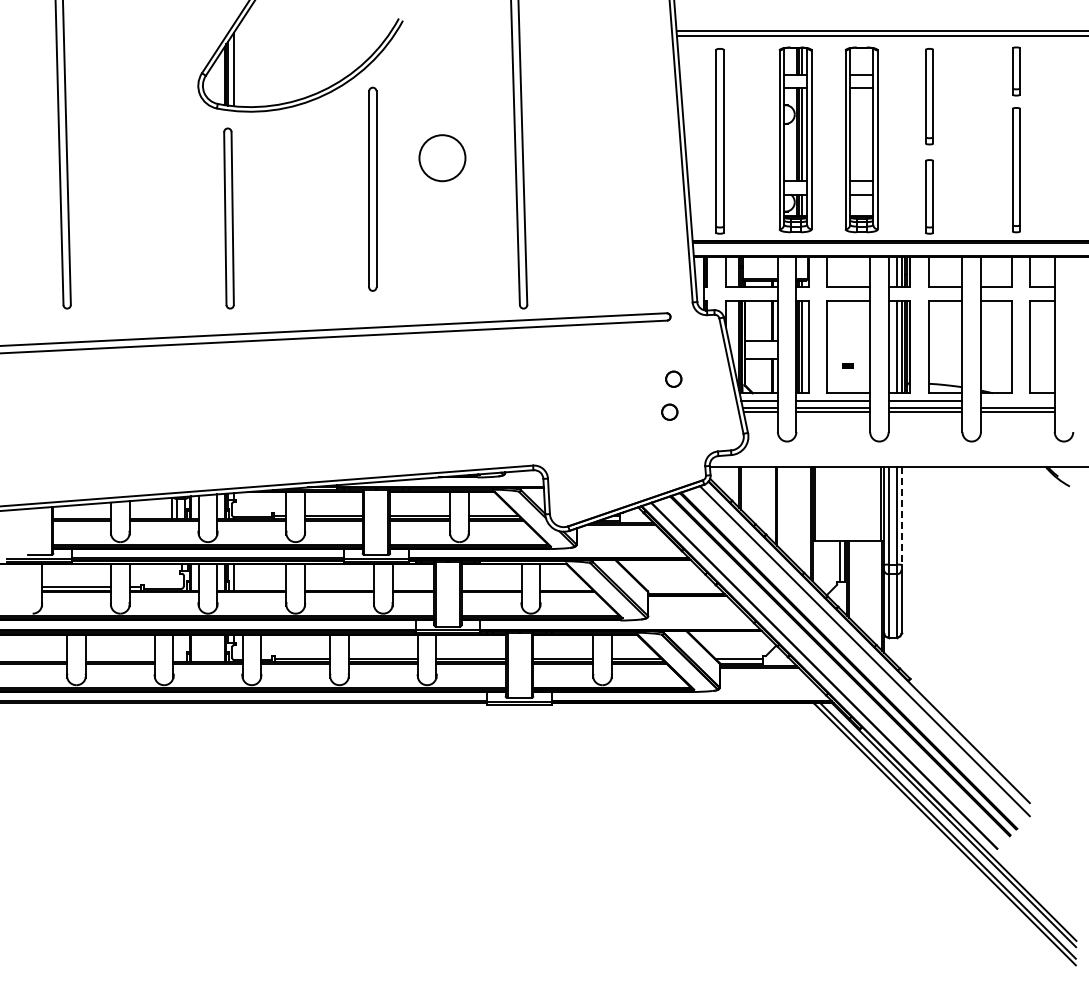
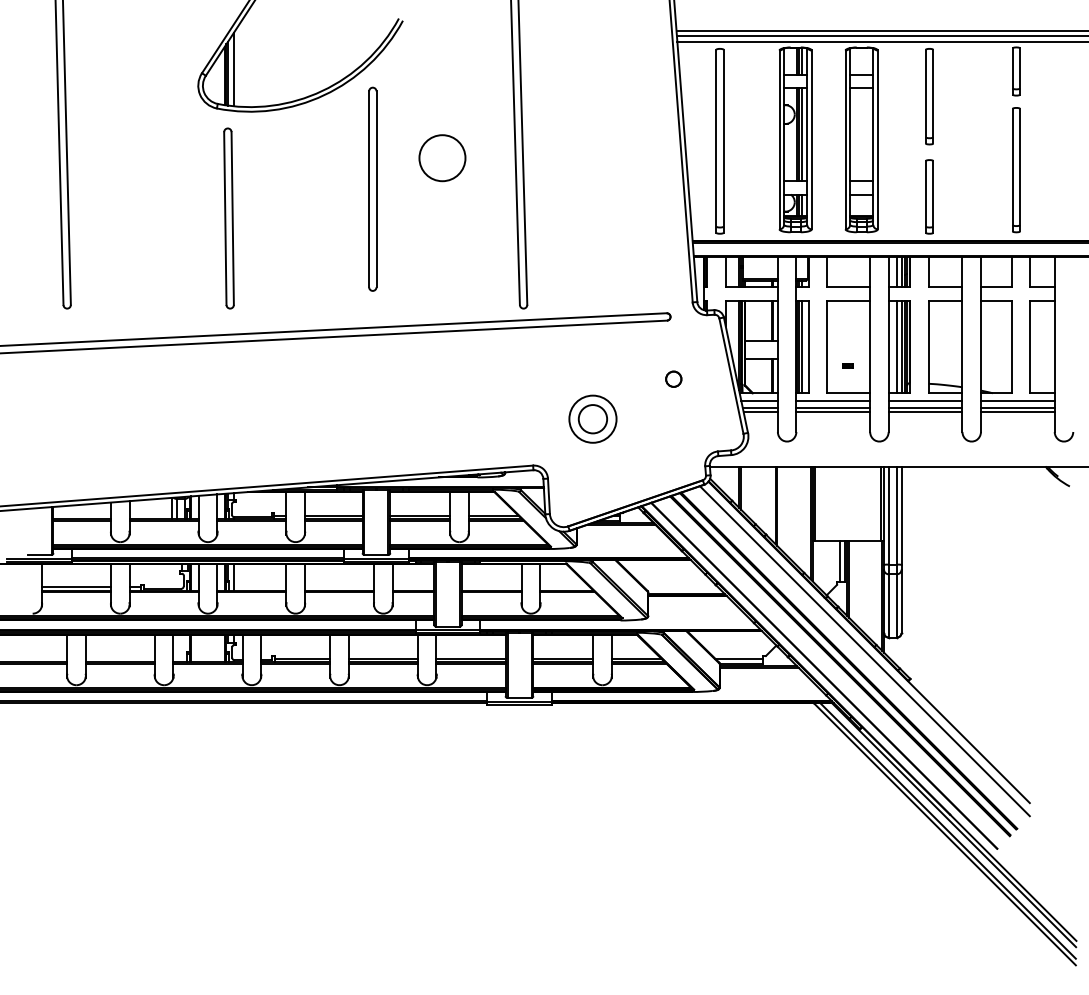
line at (881, 41): none -> present
line at (1017, 400): none -> present
circle at (669, 411): present -> none
part at (592, 418): none -> present
line at (901, 516): dashed -> solid
